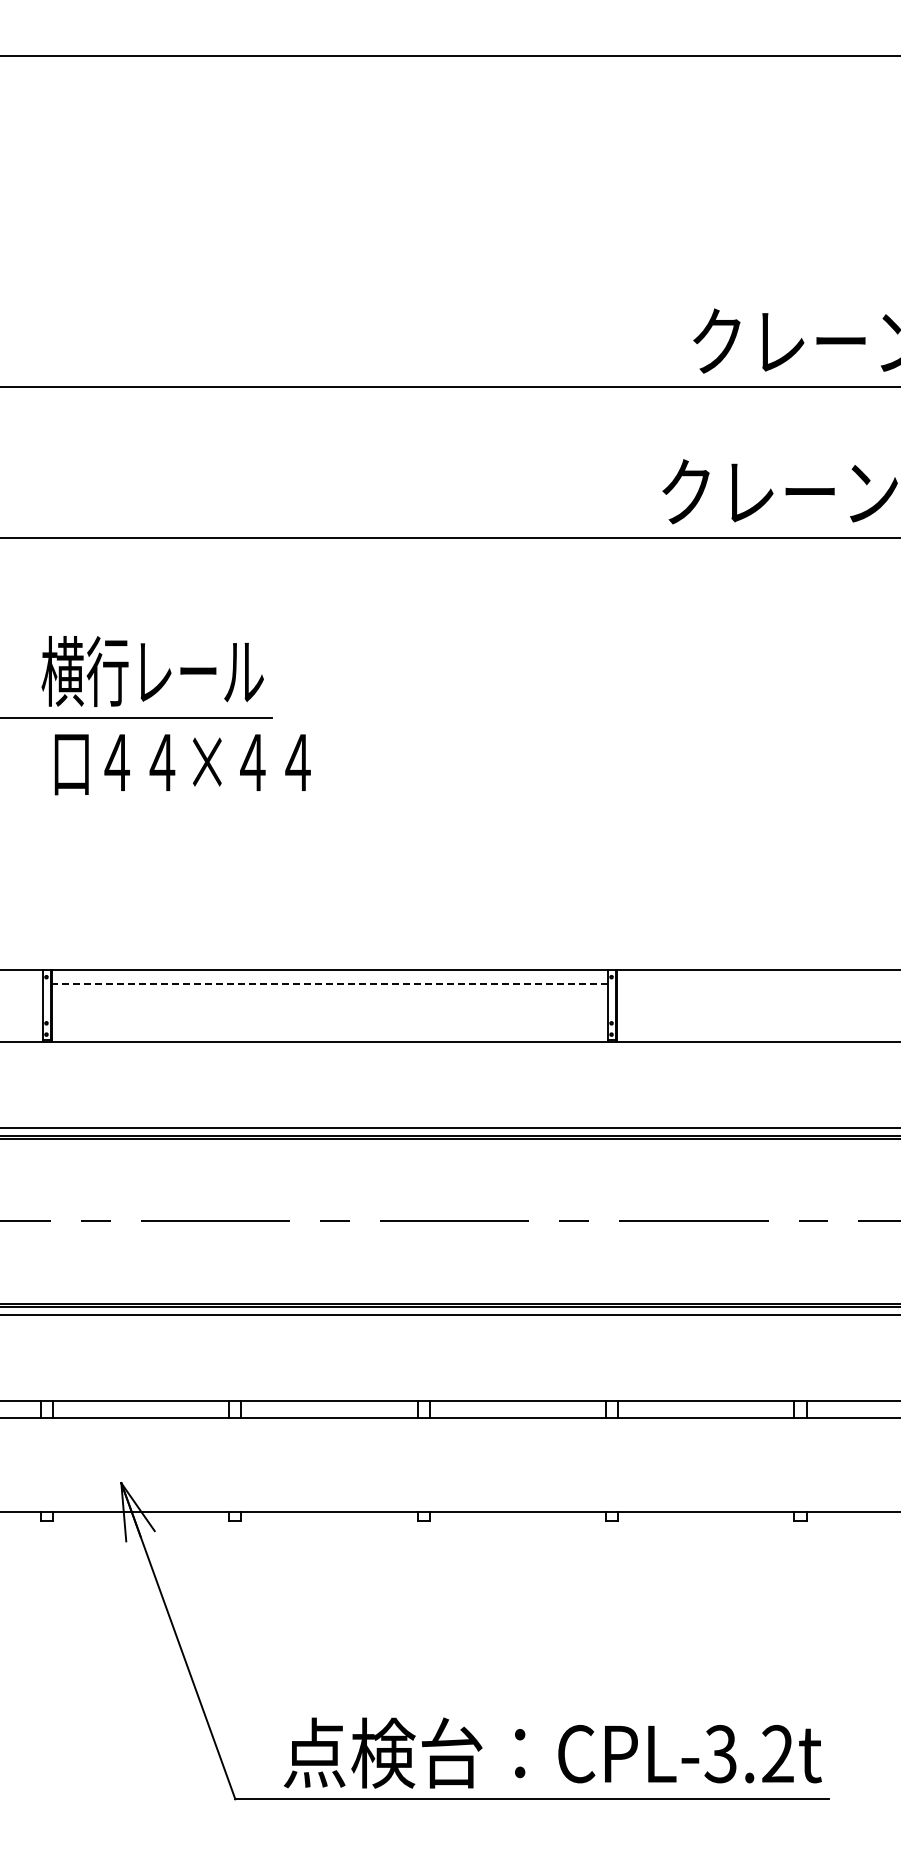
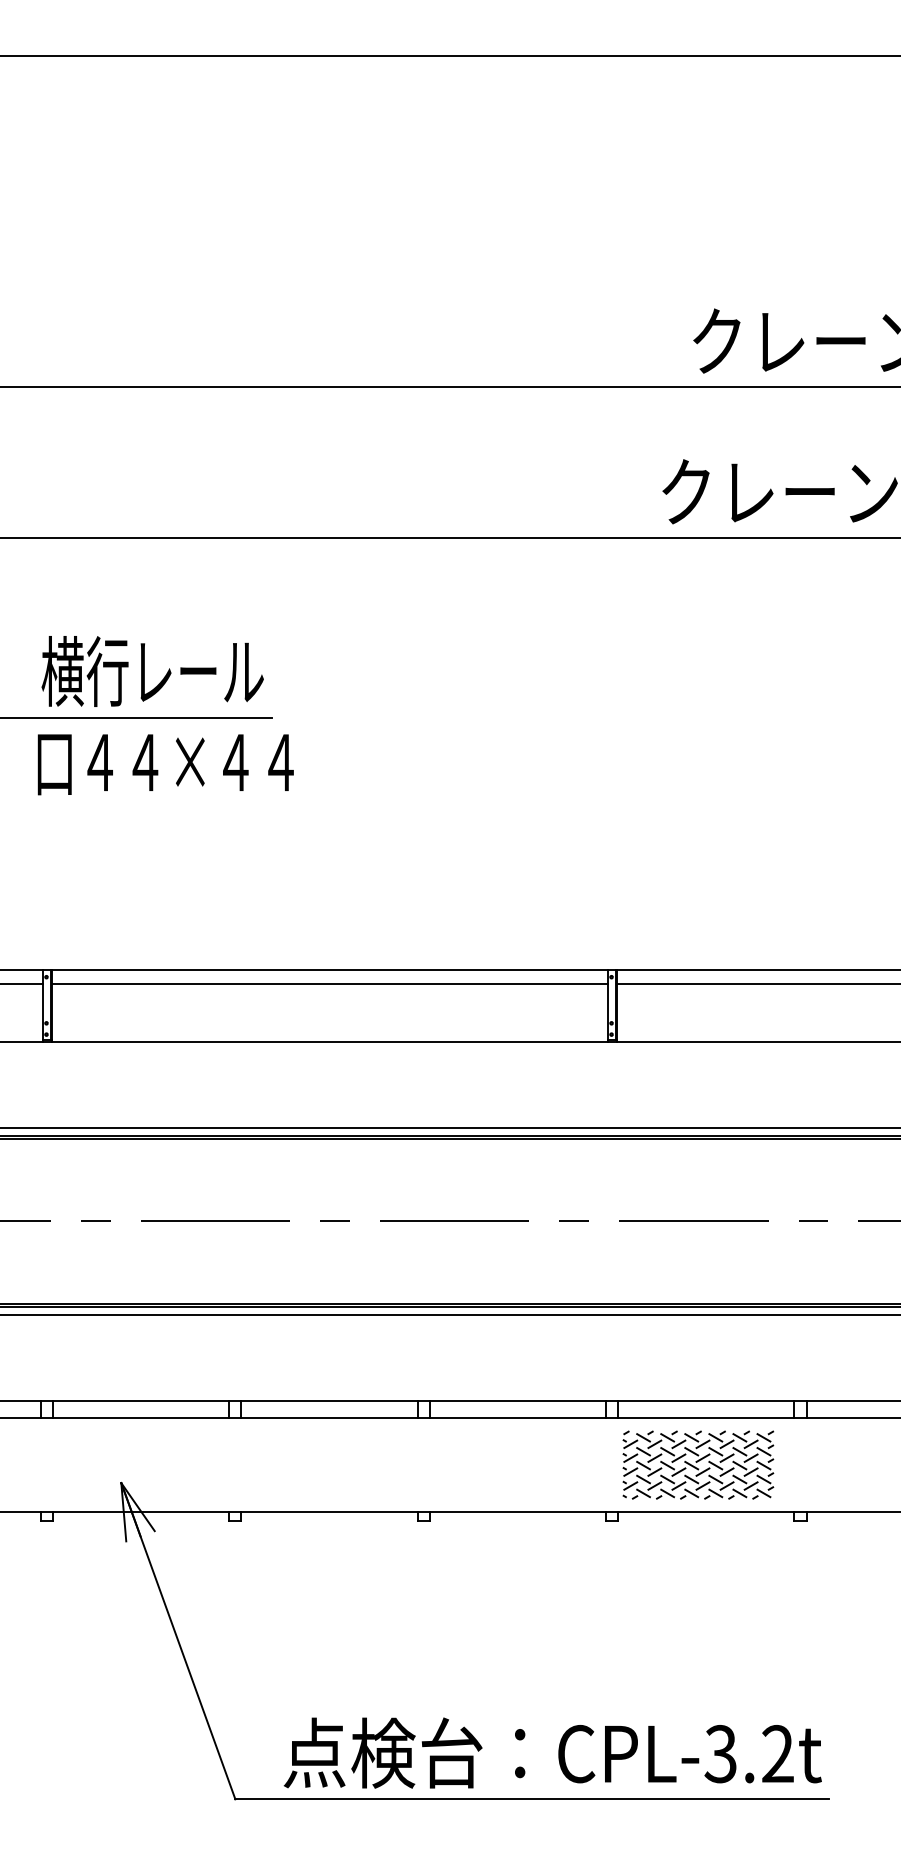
text at (182, 764) position: (182, 764) -> (165, 764)
line at (22, 984): none -> present
line at (329, 984): dashed -> solid
line at (757, 984): none -> present
part at (698, 1464): none -> present
